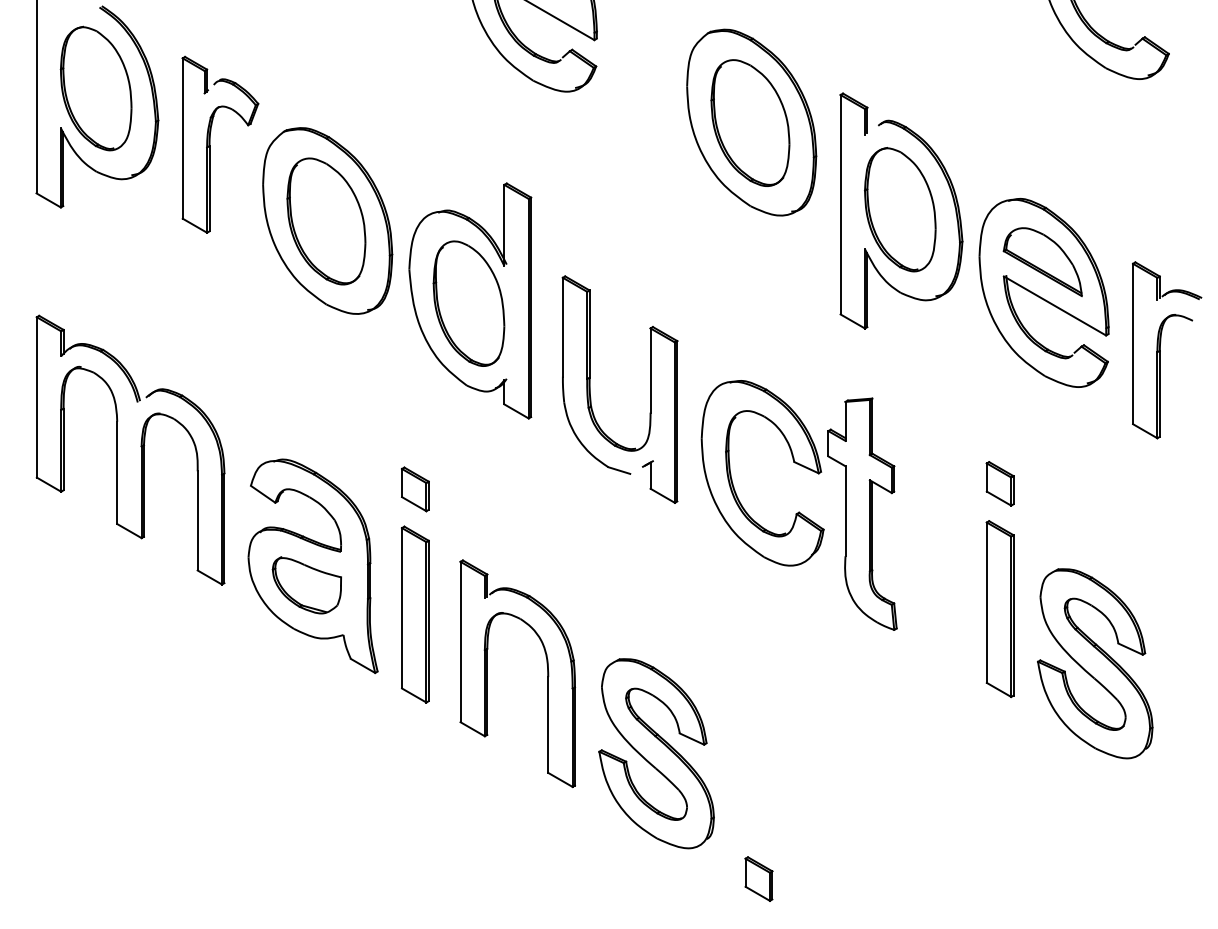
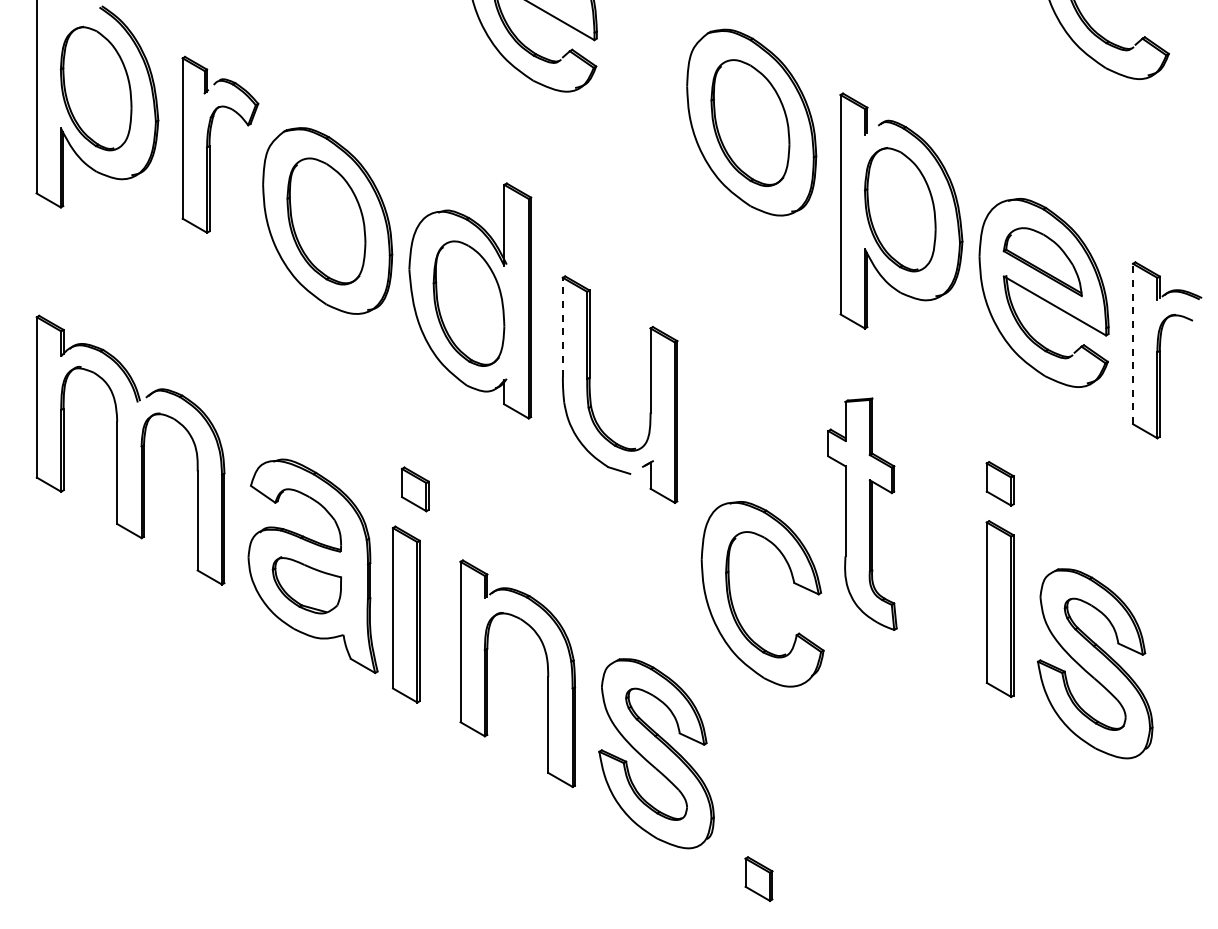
line at (562, 326): solid -> dashed
line at (1133, 343): solid -> dashed
part at (732, 479) position: (732, 479) -> (732, 600)
part at (415, 614) position: (415, 614) -> (406, 614)
